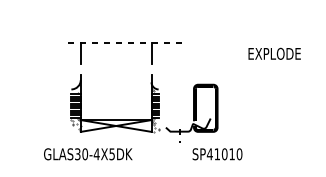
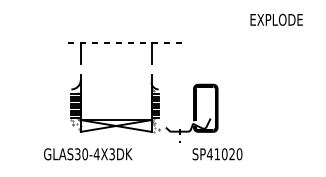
text at (274, 53) position: (274, 53) -> (276, 19)
text at (111, 153): GLAS30-4X5DK -> GLAS30-4X3DK
text at (231, 154): SP41010 -> SP41020
